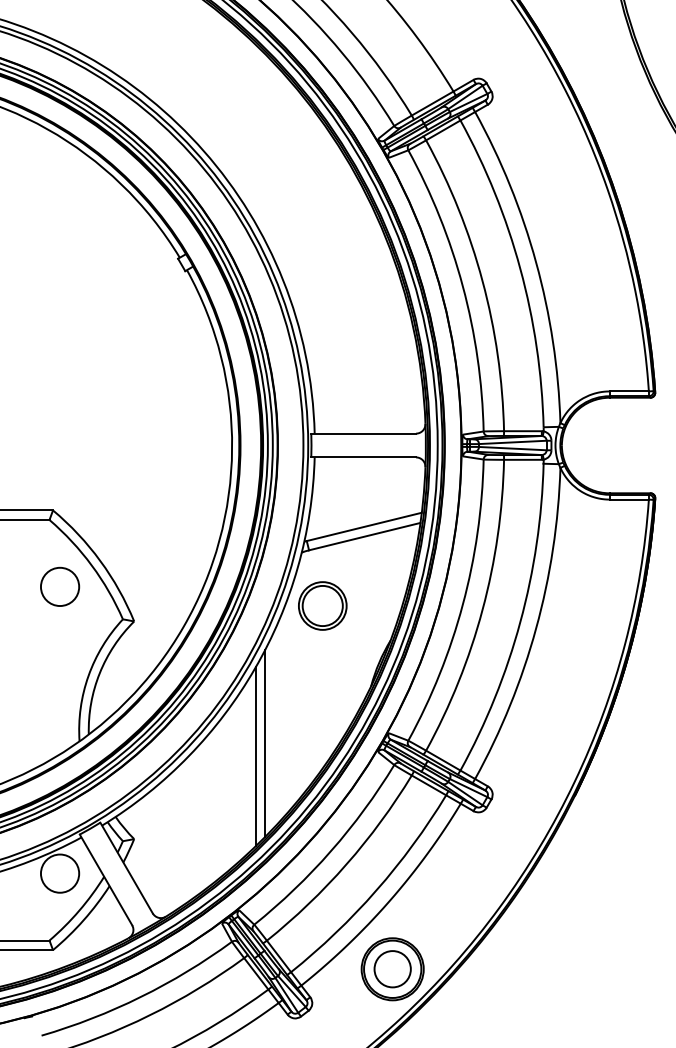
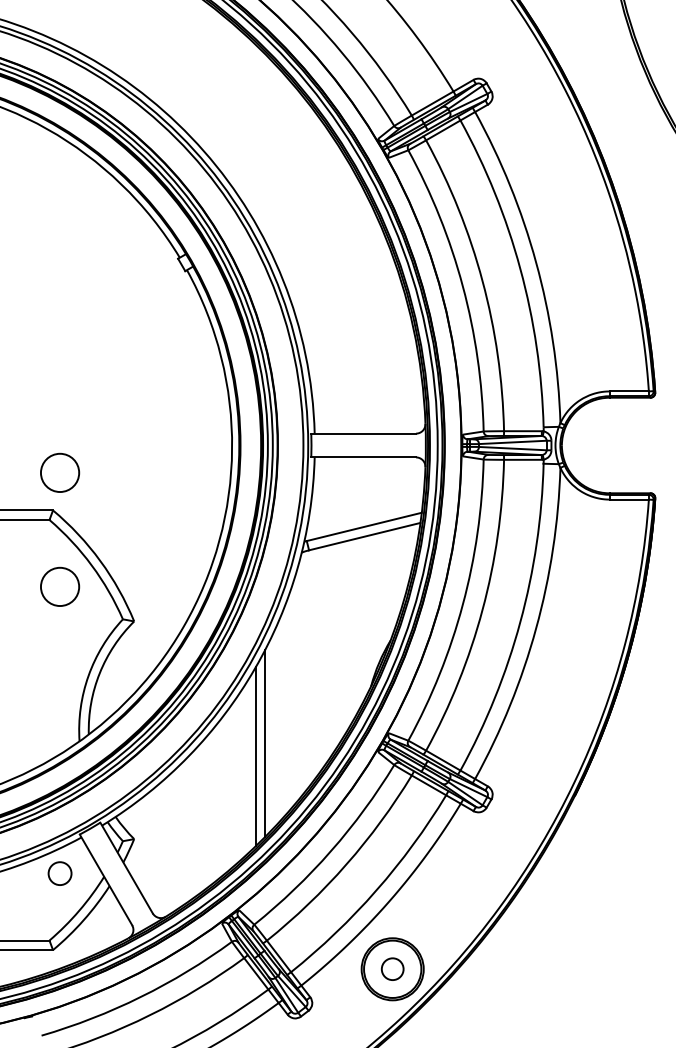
circle at (60, 472): none -> present
part at (322, 605): present -> none
circle at (59, 873) diameter: 38 px -> 23 px
circle at (392, 969) diameter: 36 px -> 22 px
